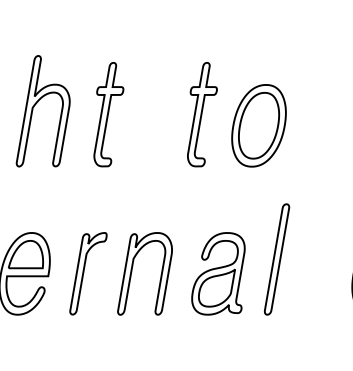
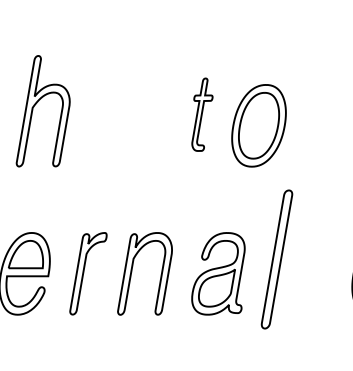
part at (108, 114): present -> none
part at (202, 114) size: 31x106 px -> 23x75 px
part at (276, 259) size: 28x113 px -> 34x141 px
